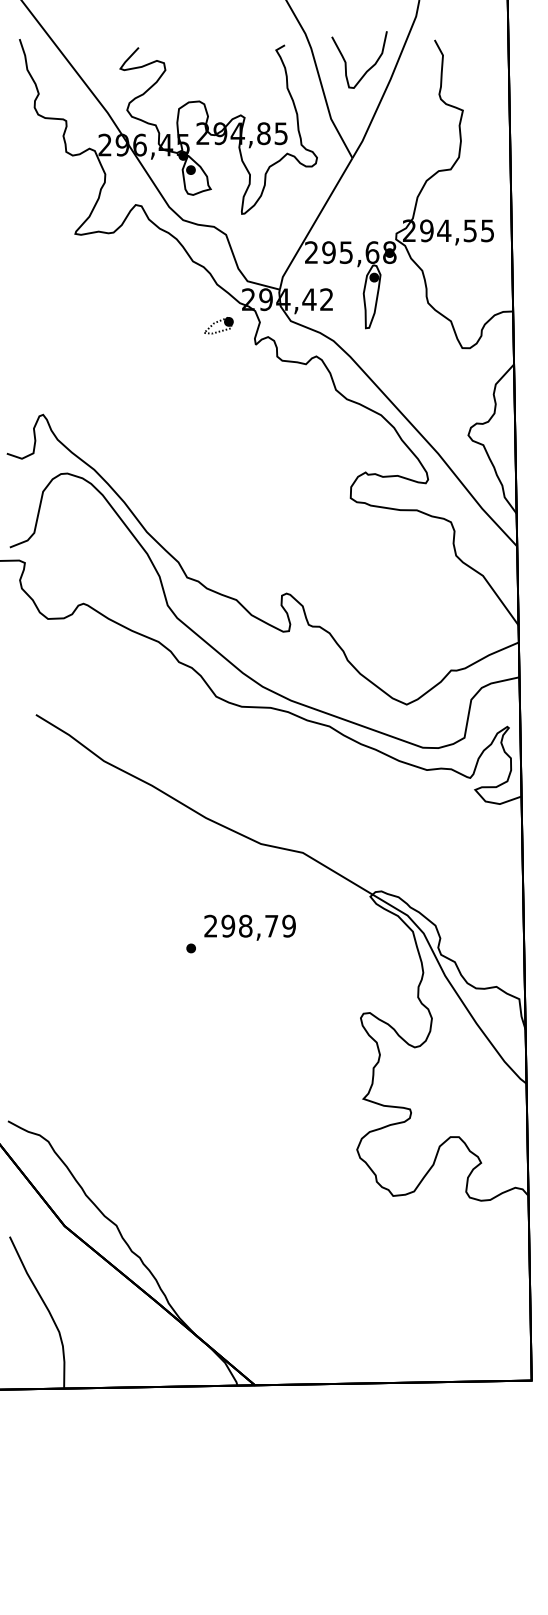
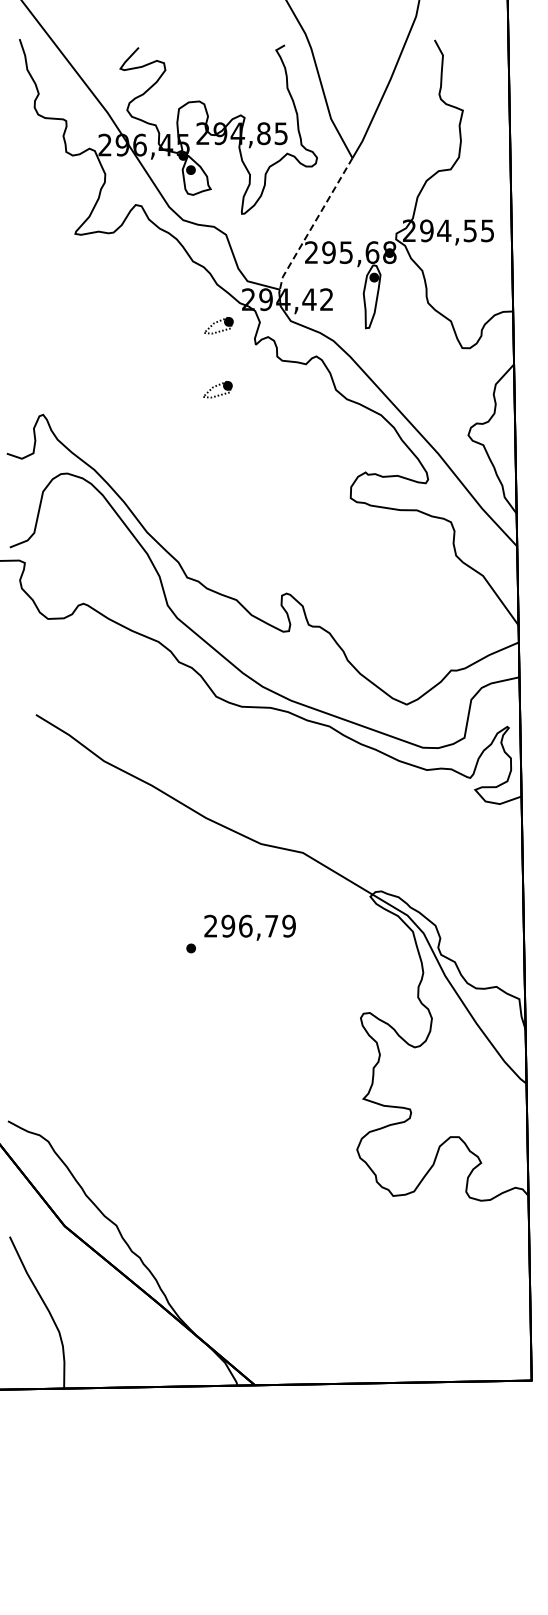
curve at (368, 68): present -> none
line at (314, 223): solid -> dashed
part at (217, 389): none -> present
text at (245, 925): 298,79 -> 296,79
